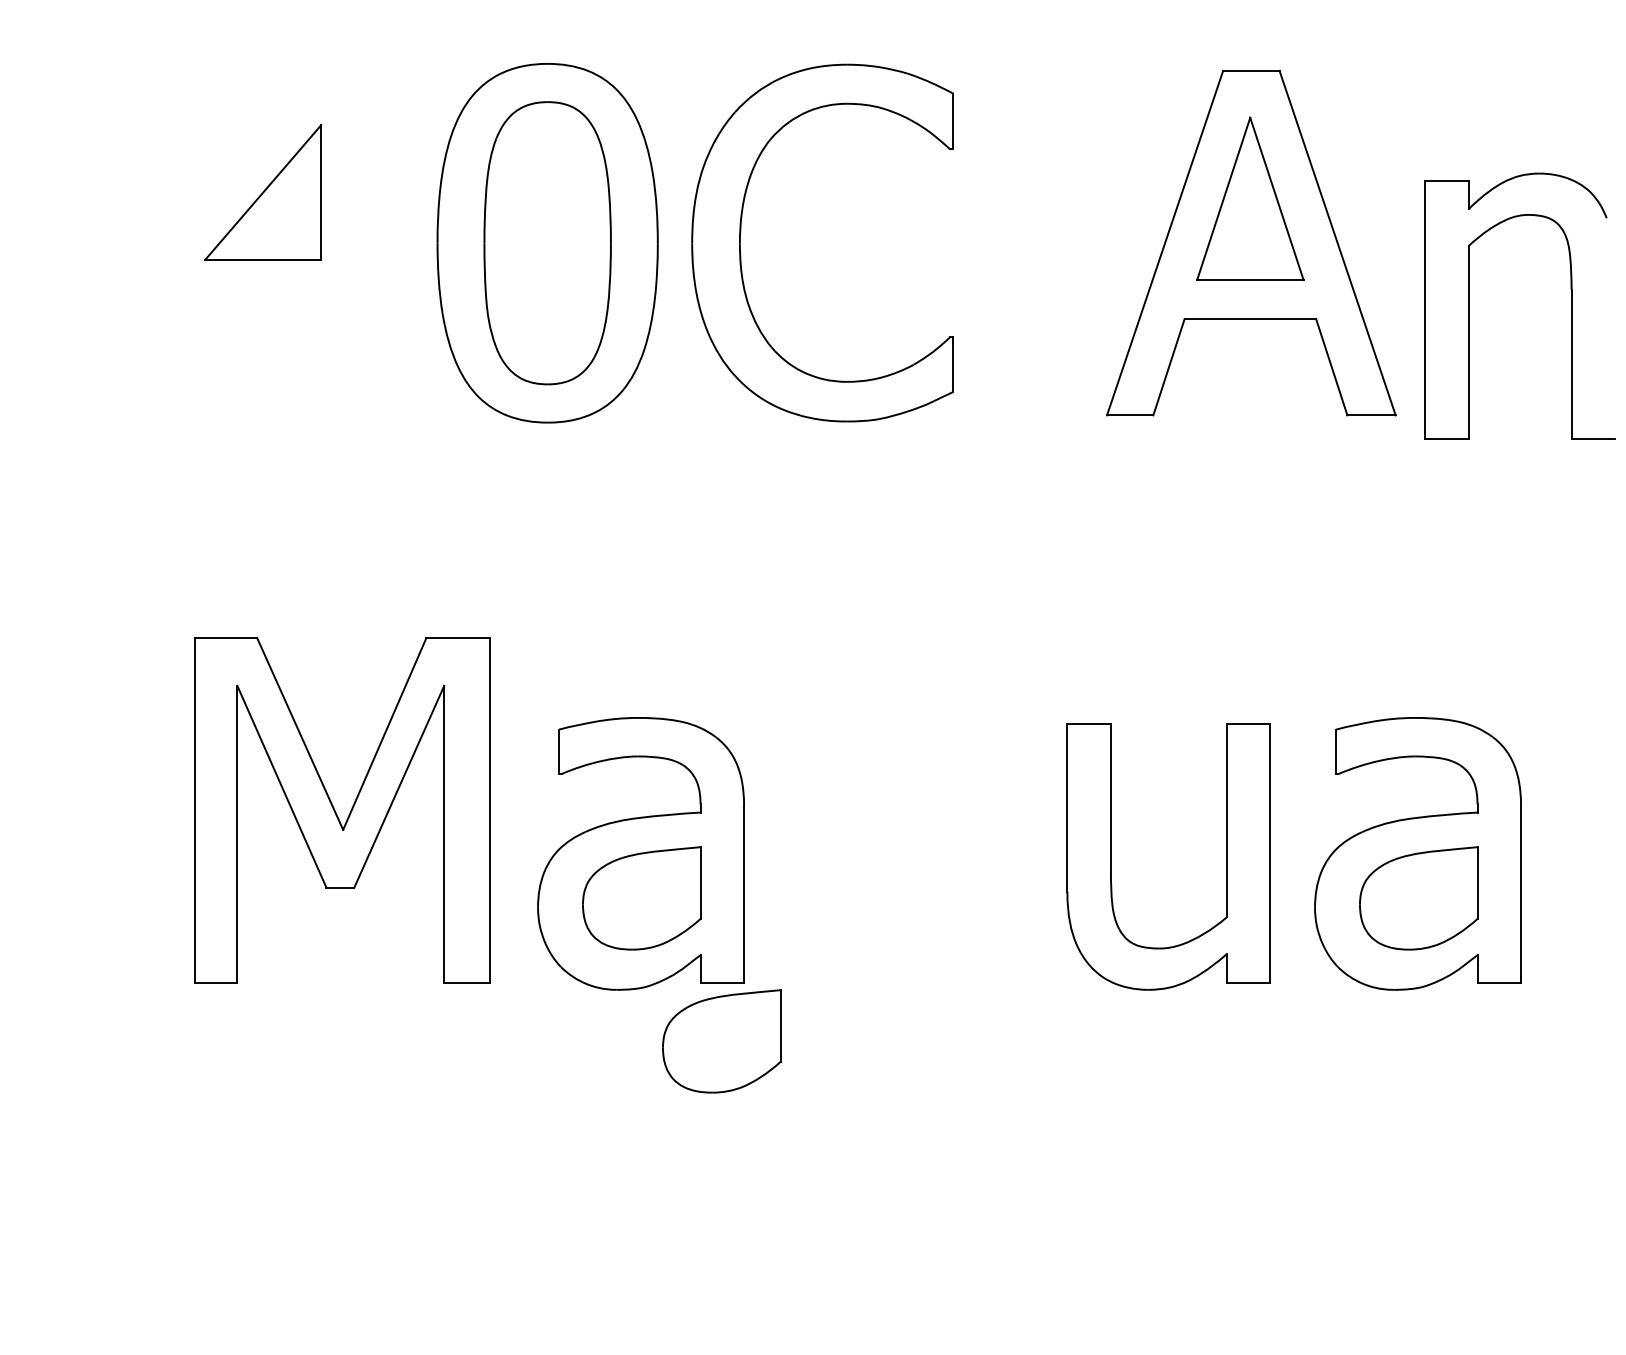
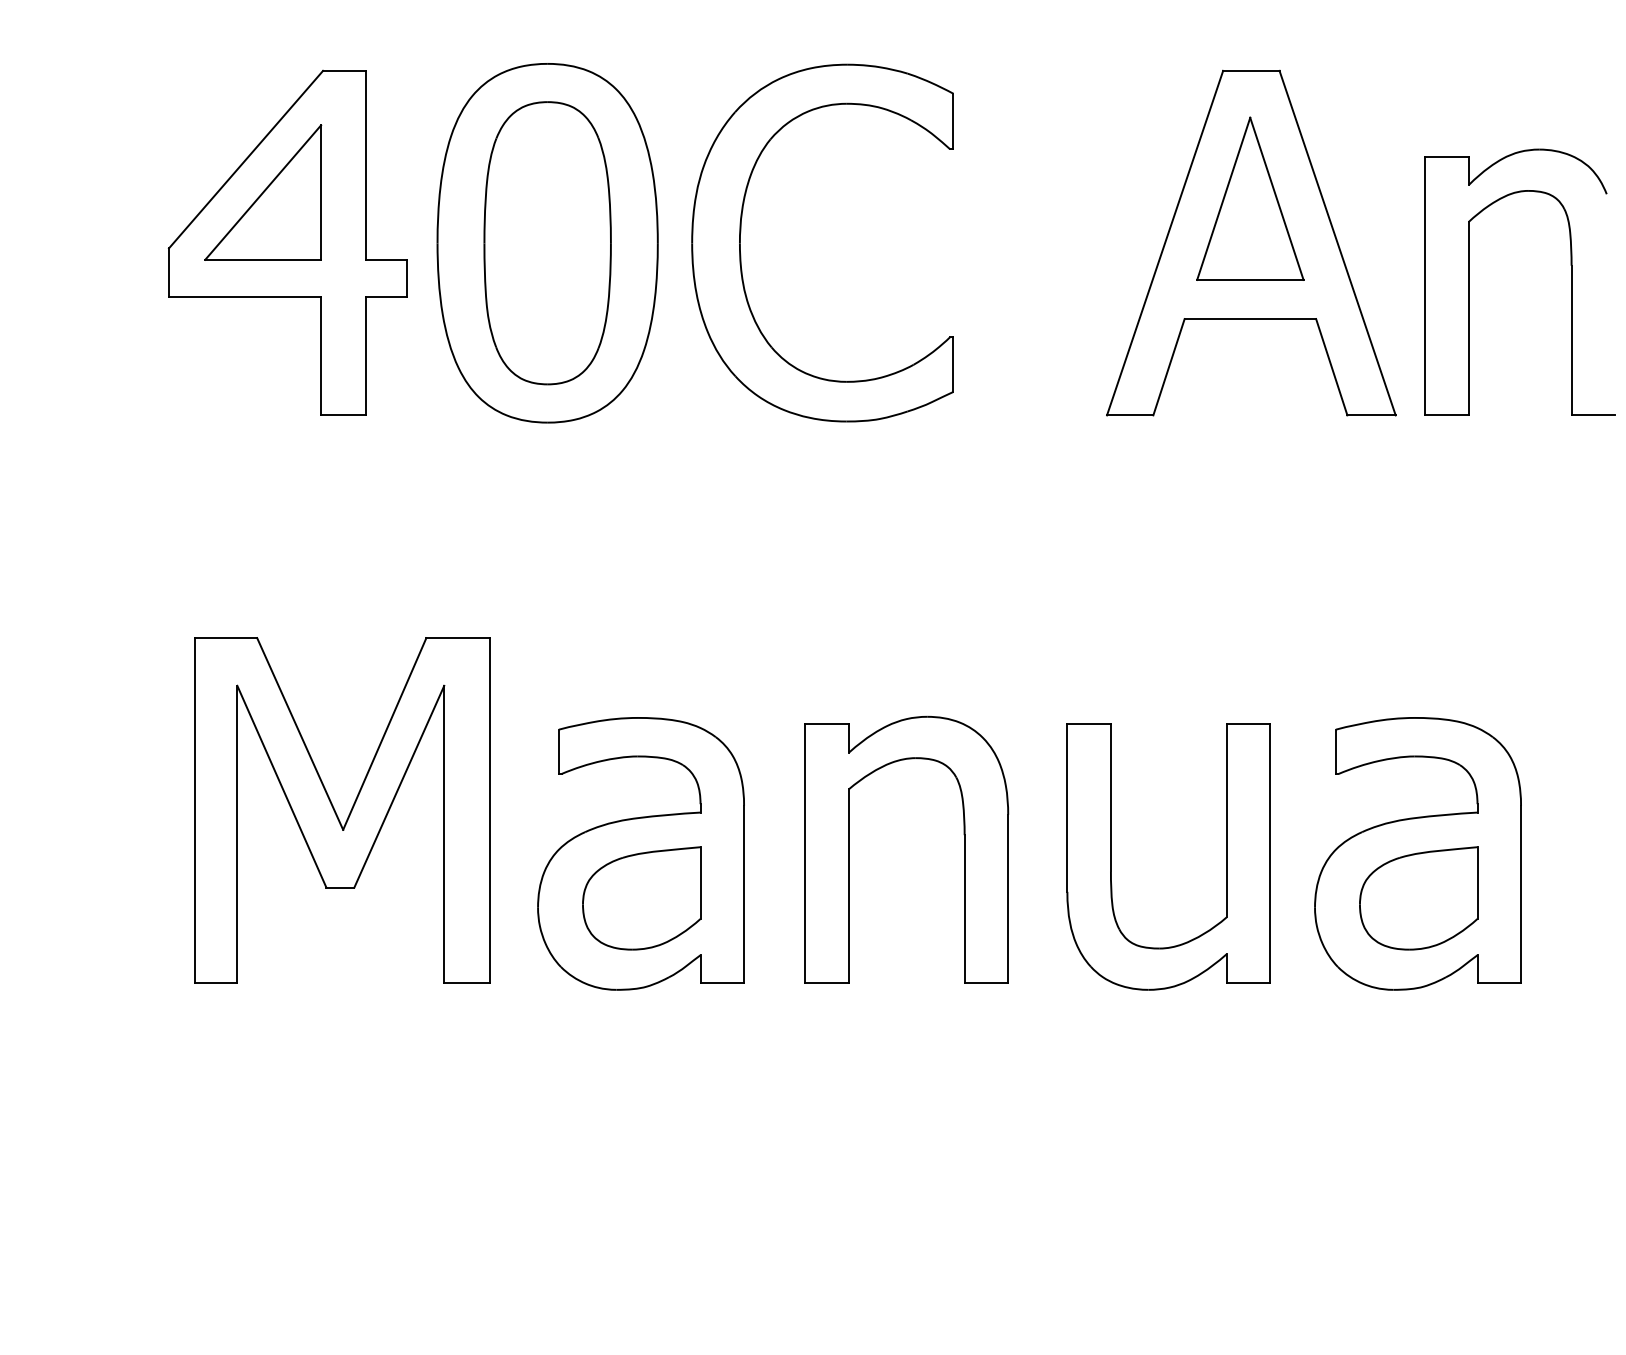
part at (287, 242): none -> present
part at (1469, 305) position: (1469, 305) -> (1469, 281)
part at (849, 849): none -> present
part at (721, 1041): present -> none
